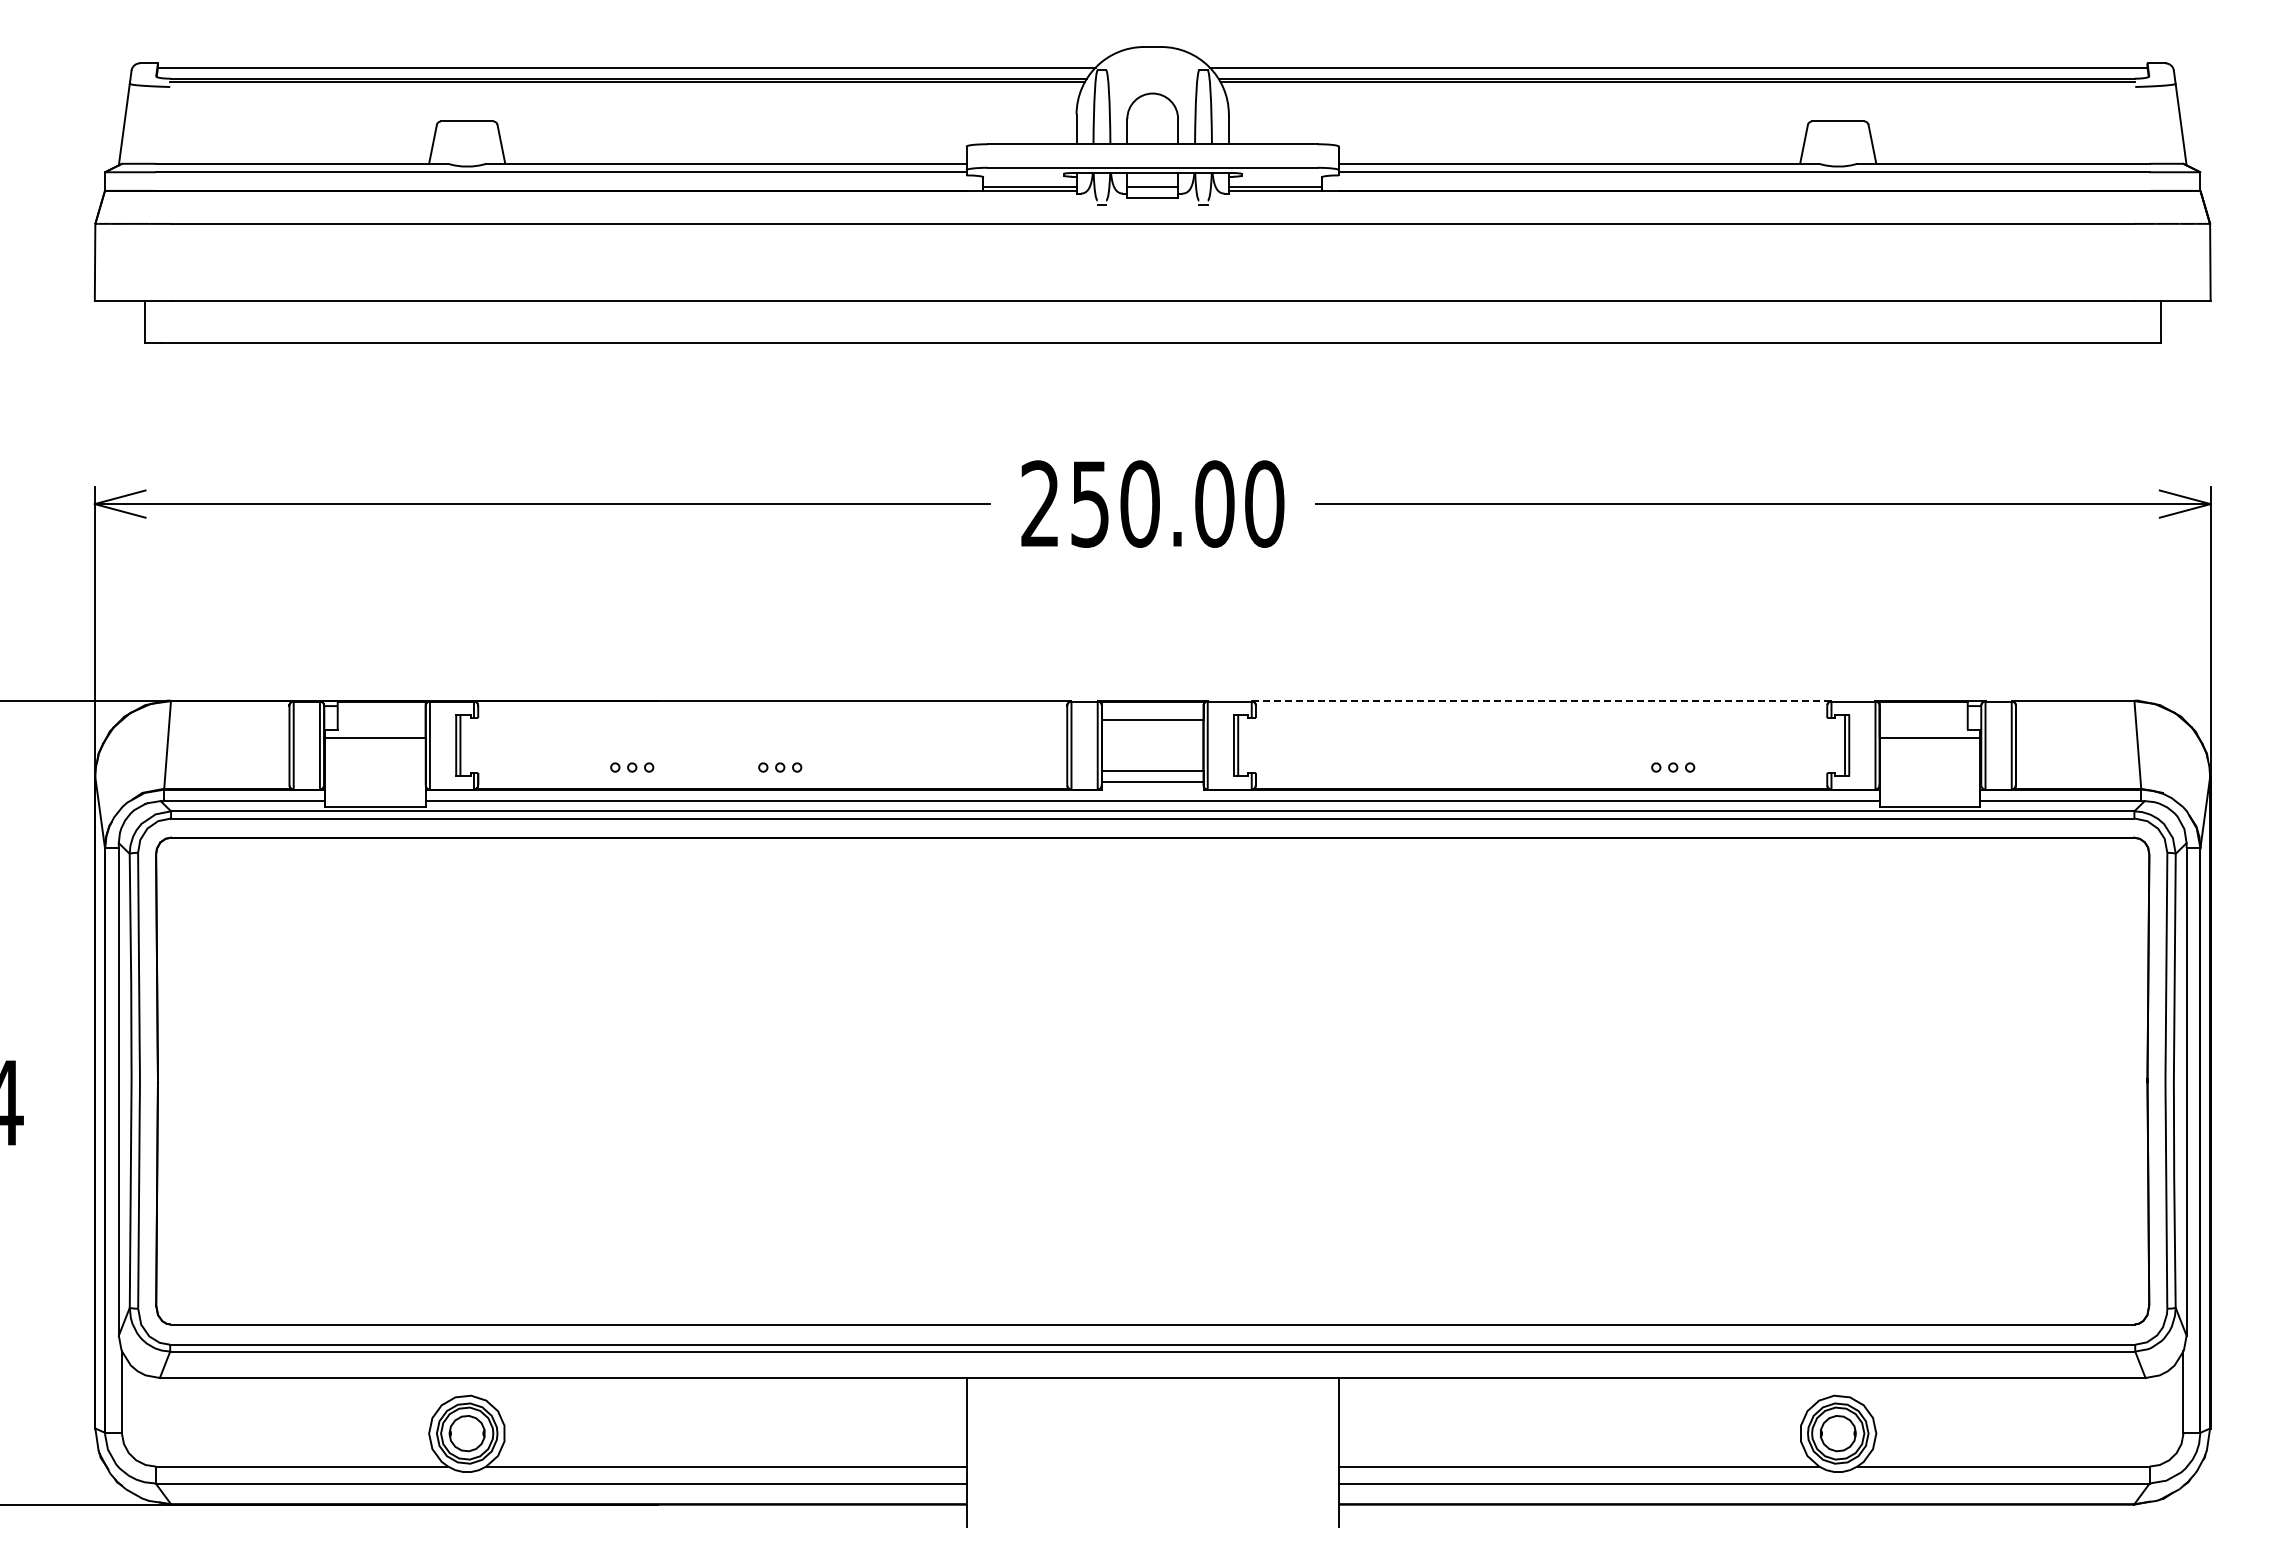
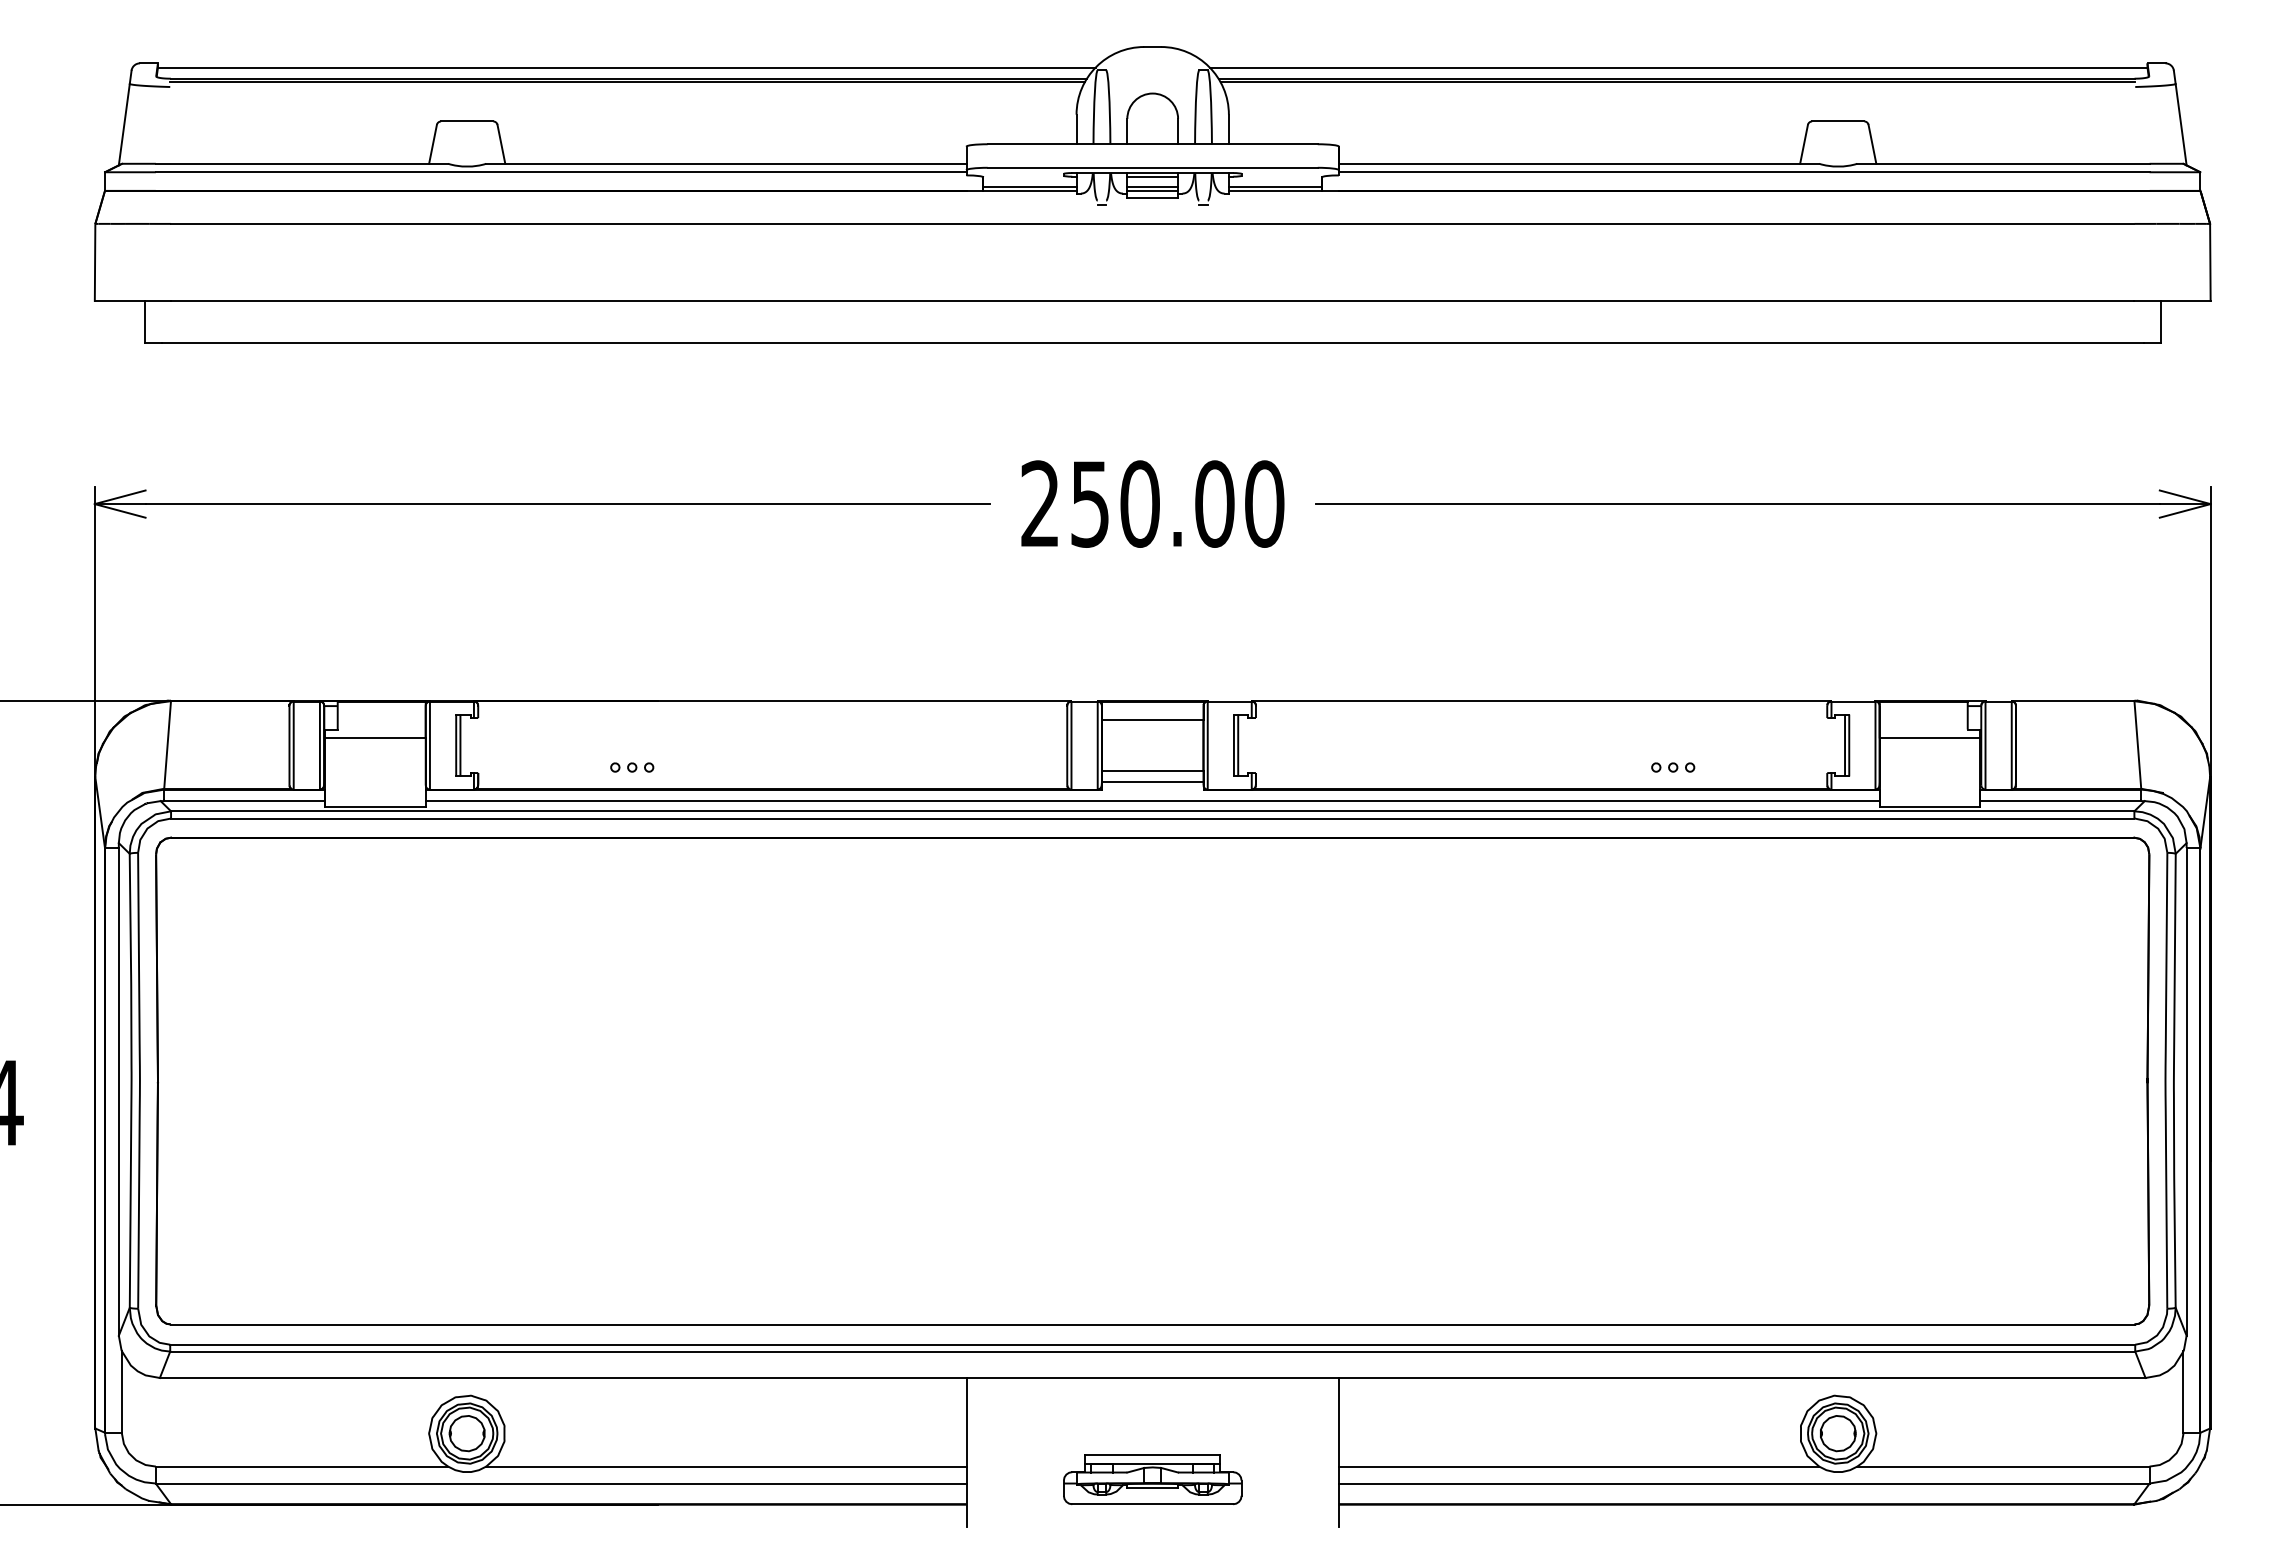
line at (1152, 176): none -> present
line at (1152, 190): none -> present
line at (1541, 701): dashed -> solid
part at (780, 767): present -> none
part at (1152, 1479): none -> present
